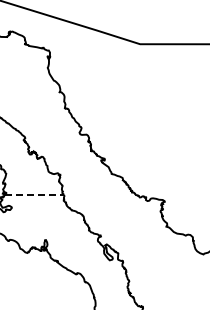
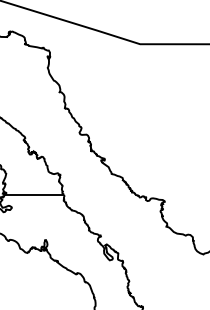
line at (35, 194): dashed -> solid
